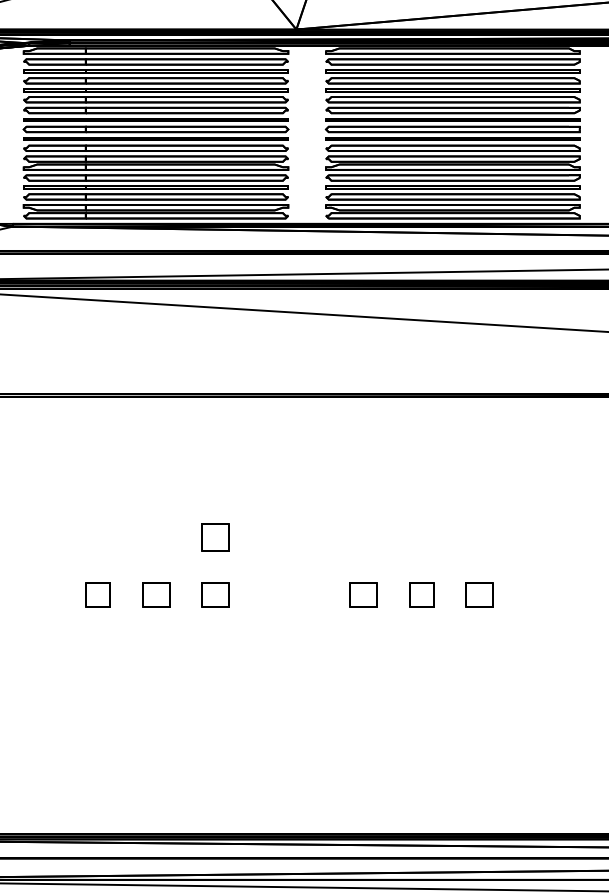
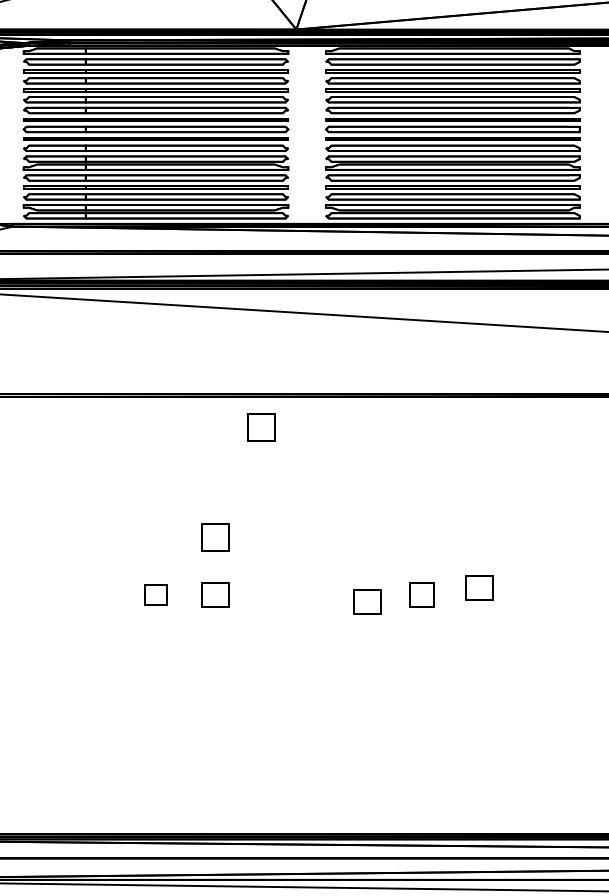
part at (261, 427): none -> present
part at (97, 594): present -> none
part at (156, 594) size: 29x26 px -> 24x22 px
part at (363, 594) position: (363, 594) -> (367, 601)
part at (479, 594) position: (479, 594) -> (479, 587)
